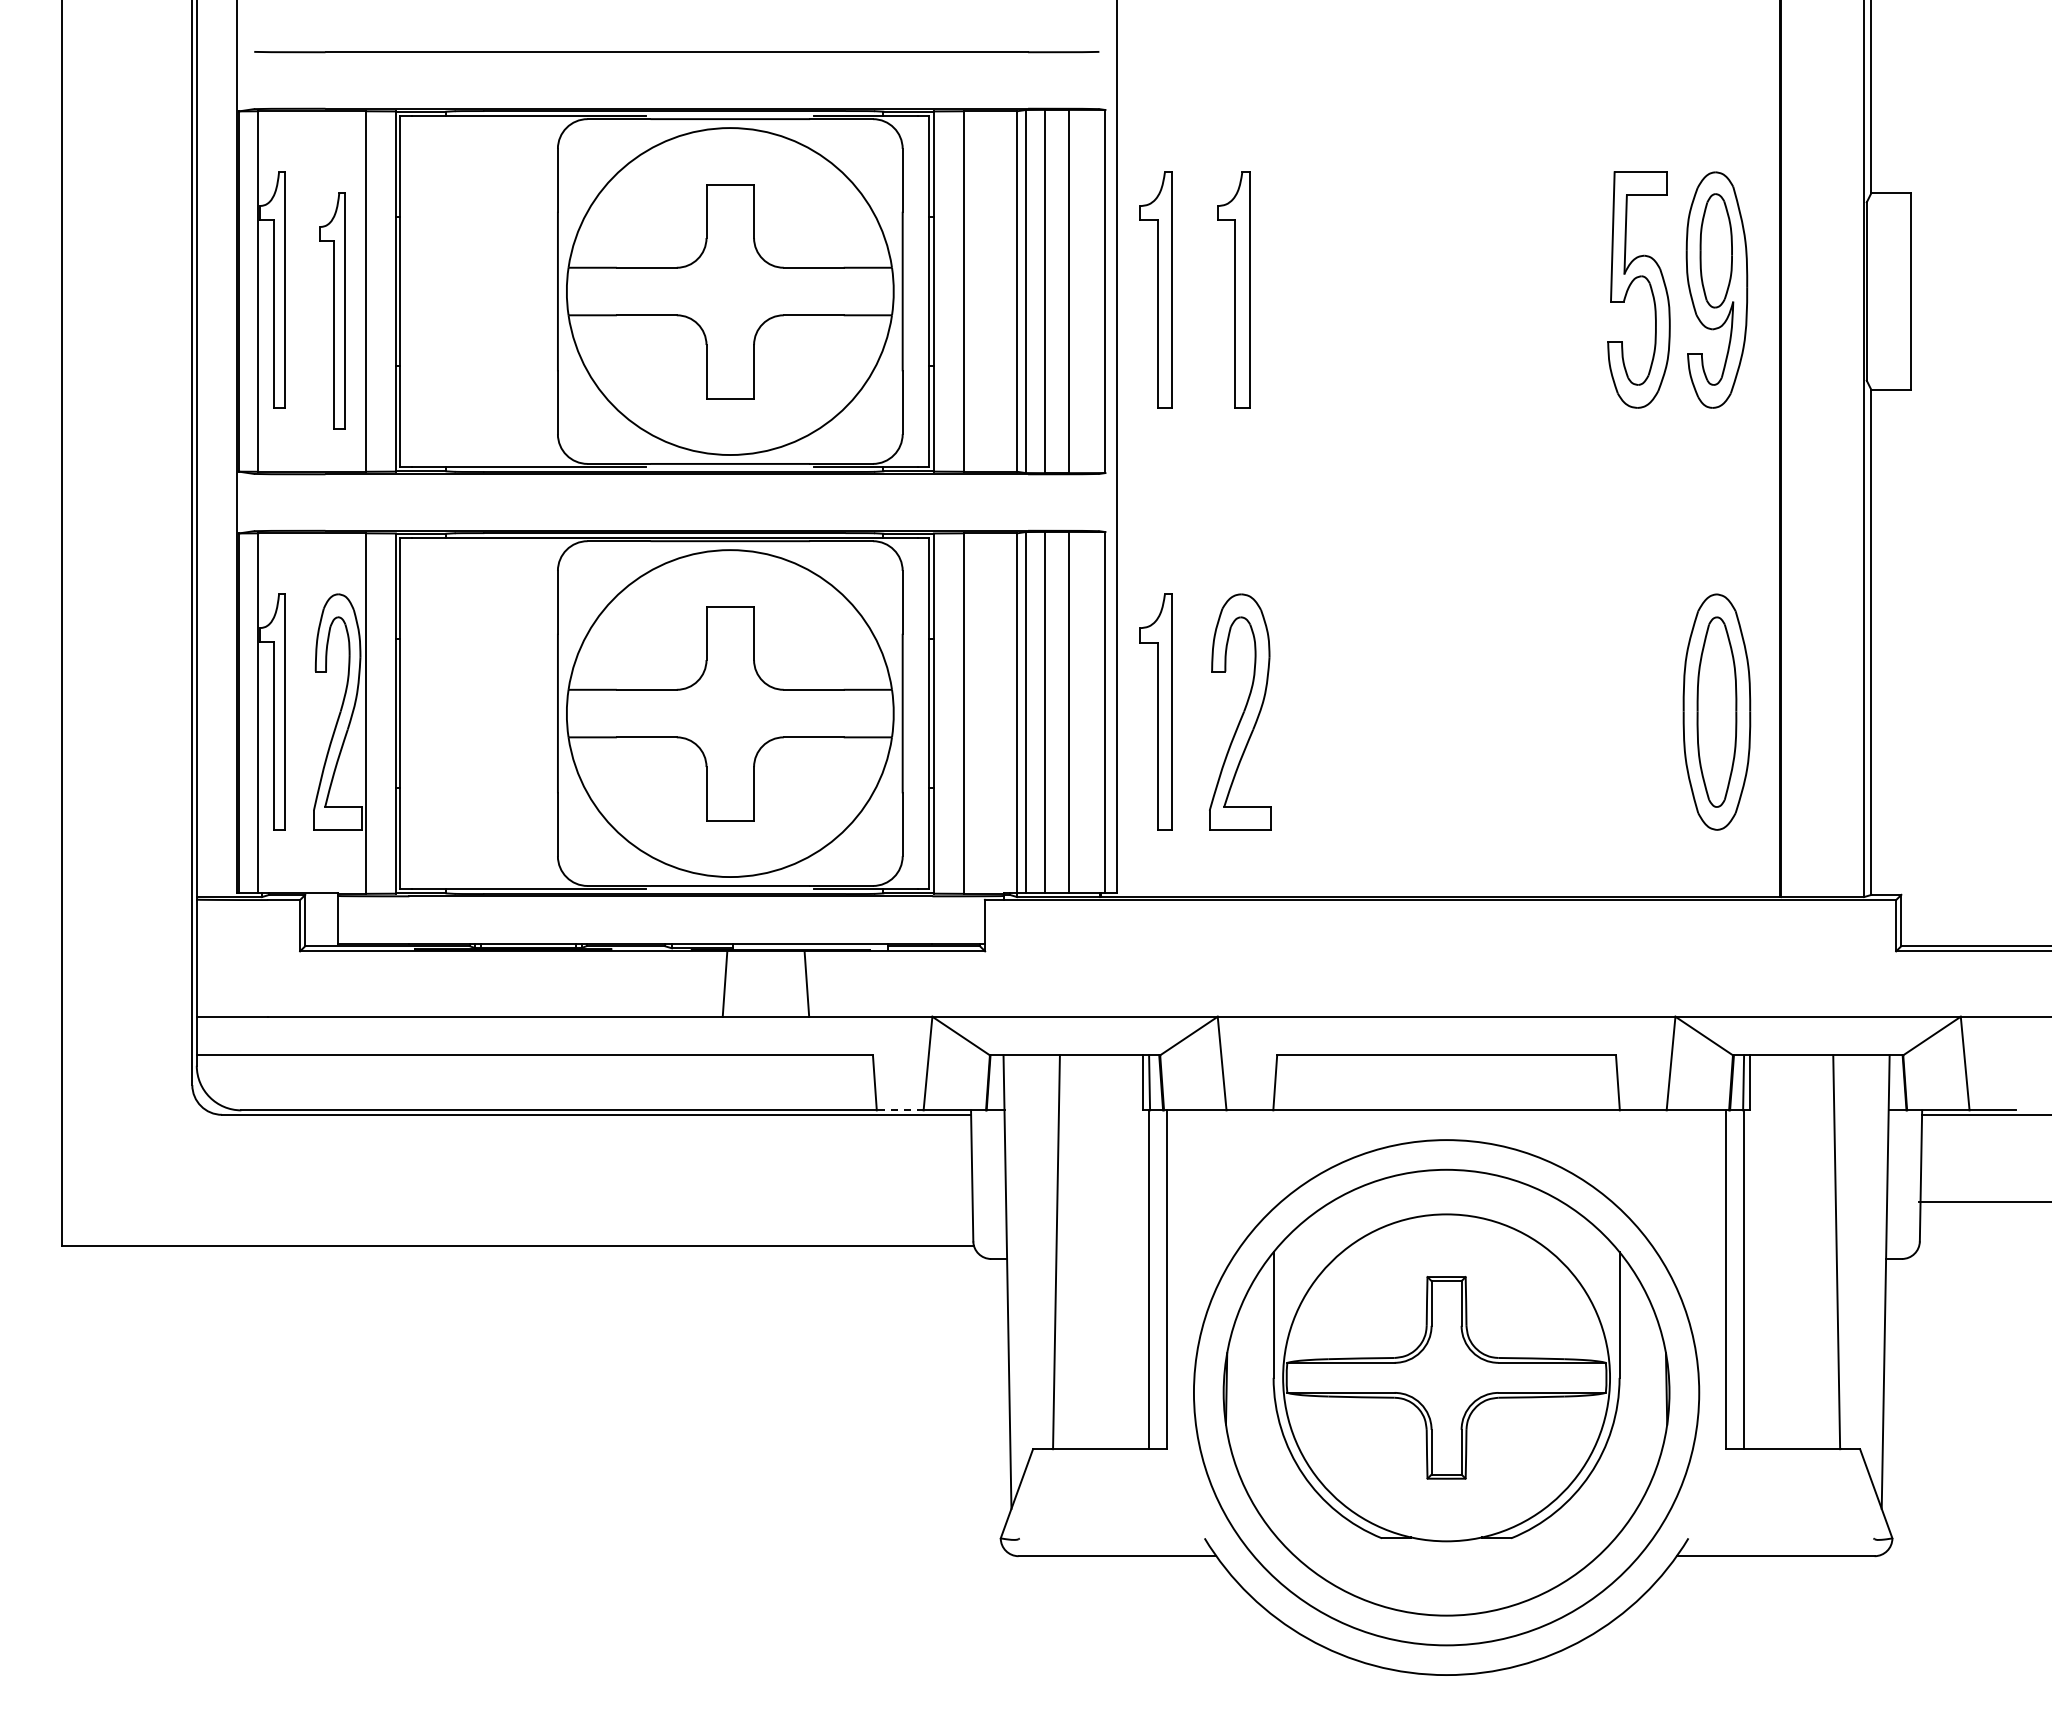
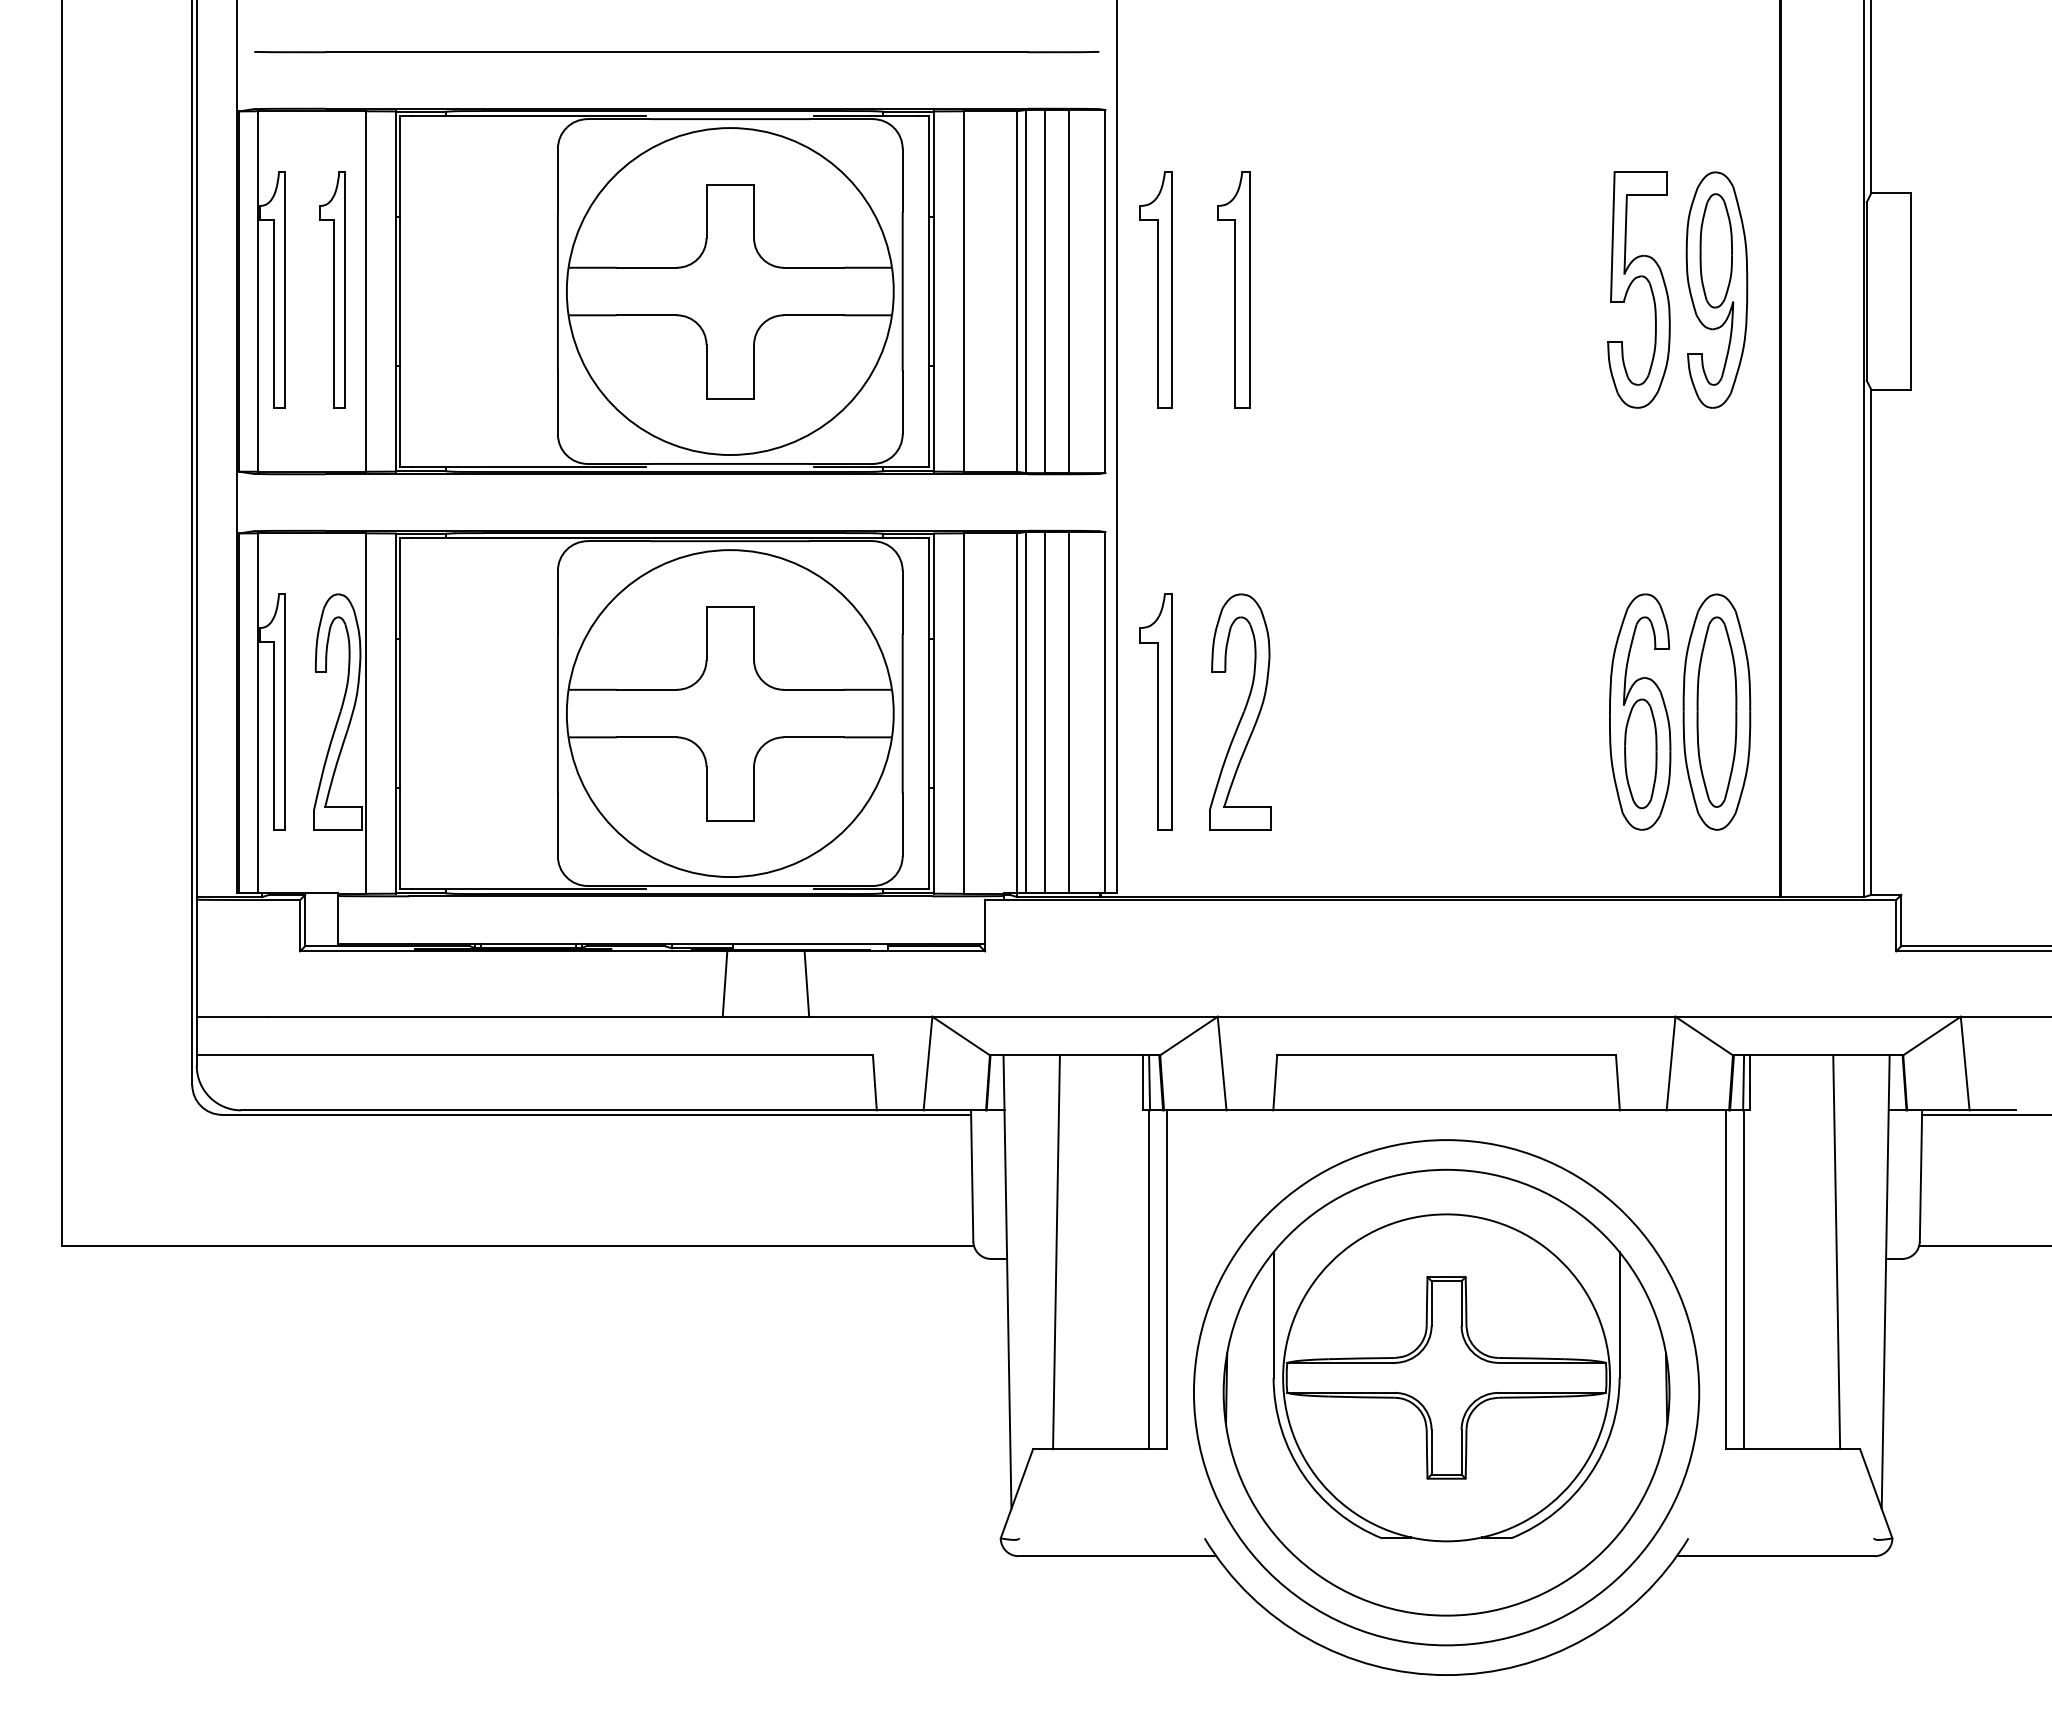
part at (332, 310) position: (332, 310) -> (332, 289)
part at (1640, 711): none -> present
line at (899, 1110): dashed -> solid
line at (1983, 1201) position: (1983, 1201) -> (1983, 1245)
